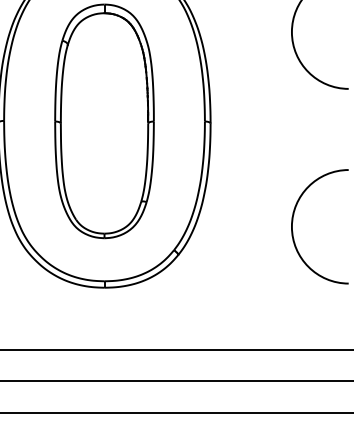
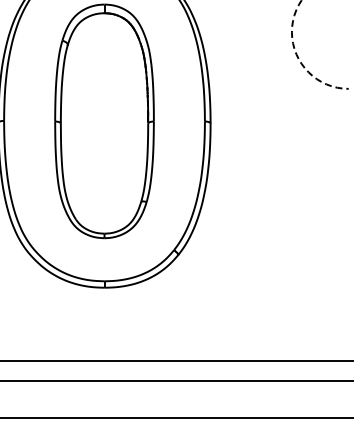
arc at (298, 59): solid -> dashed
arc at (293, 221): present -> none
line at (176, 349) position: (176, 349) -> (176, 360)
line at (176, 413) position: (176, 413) -> (176, 418)
